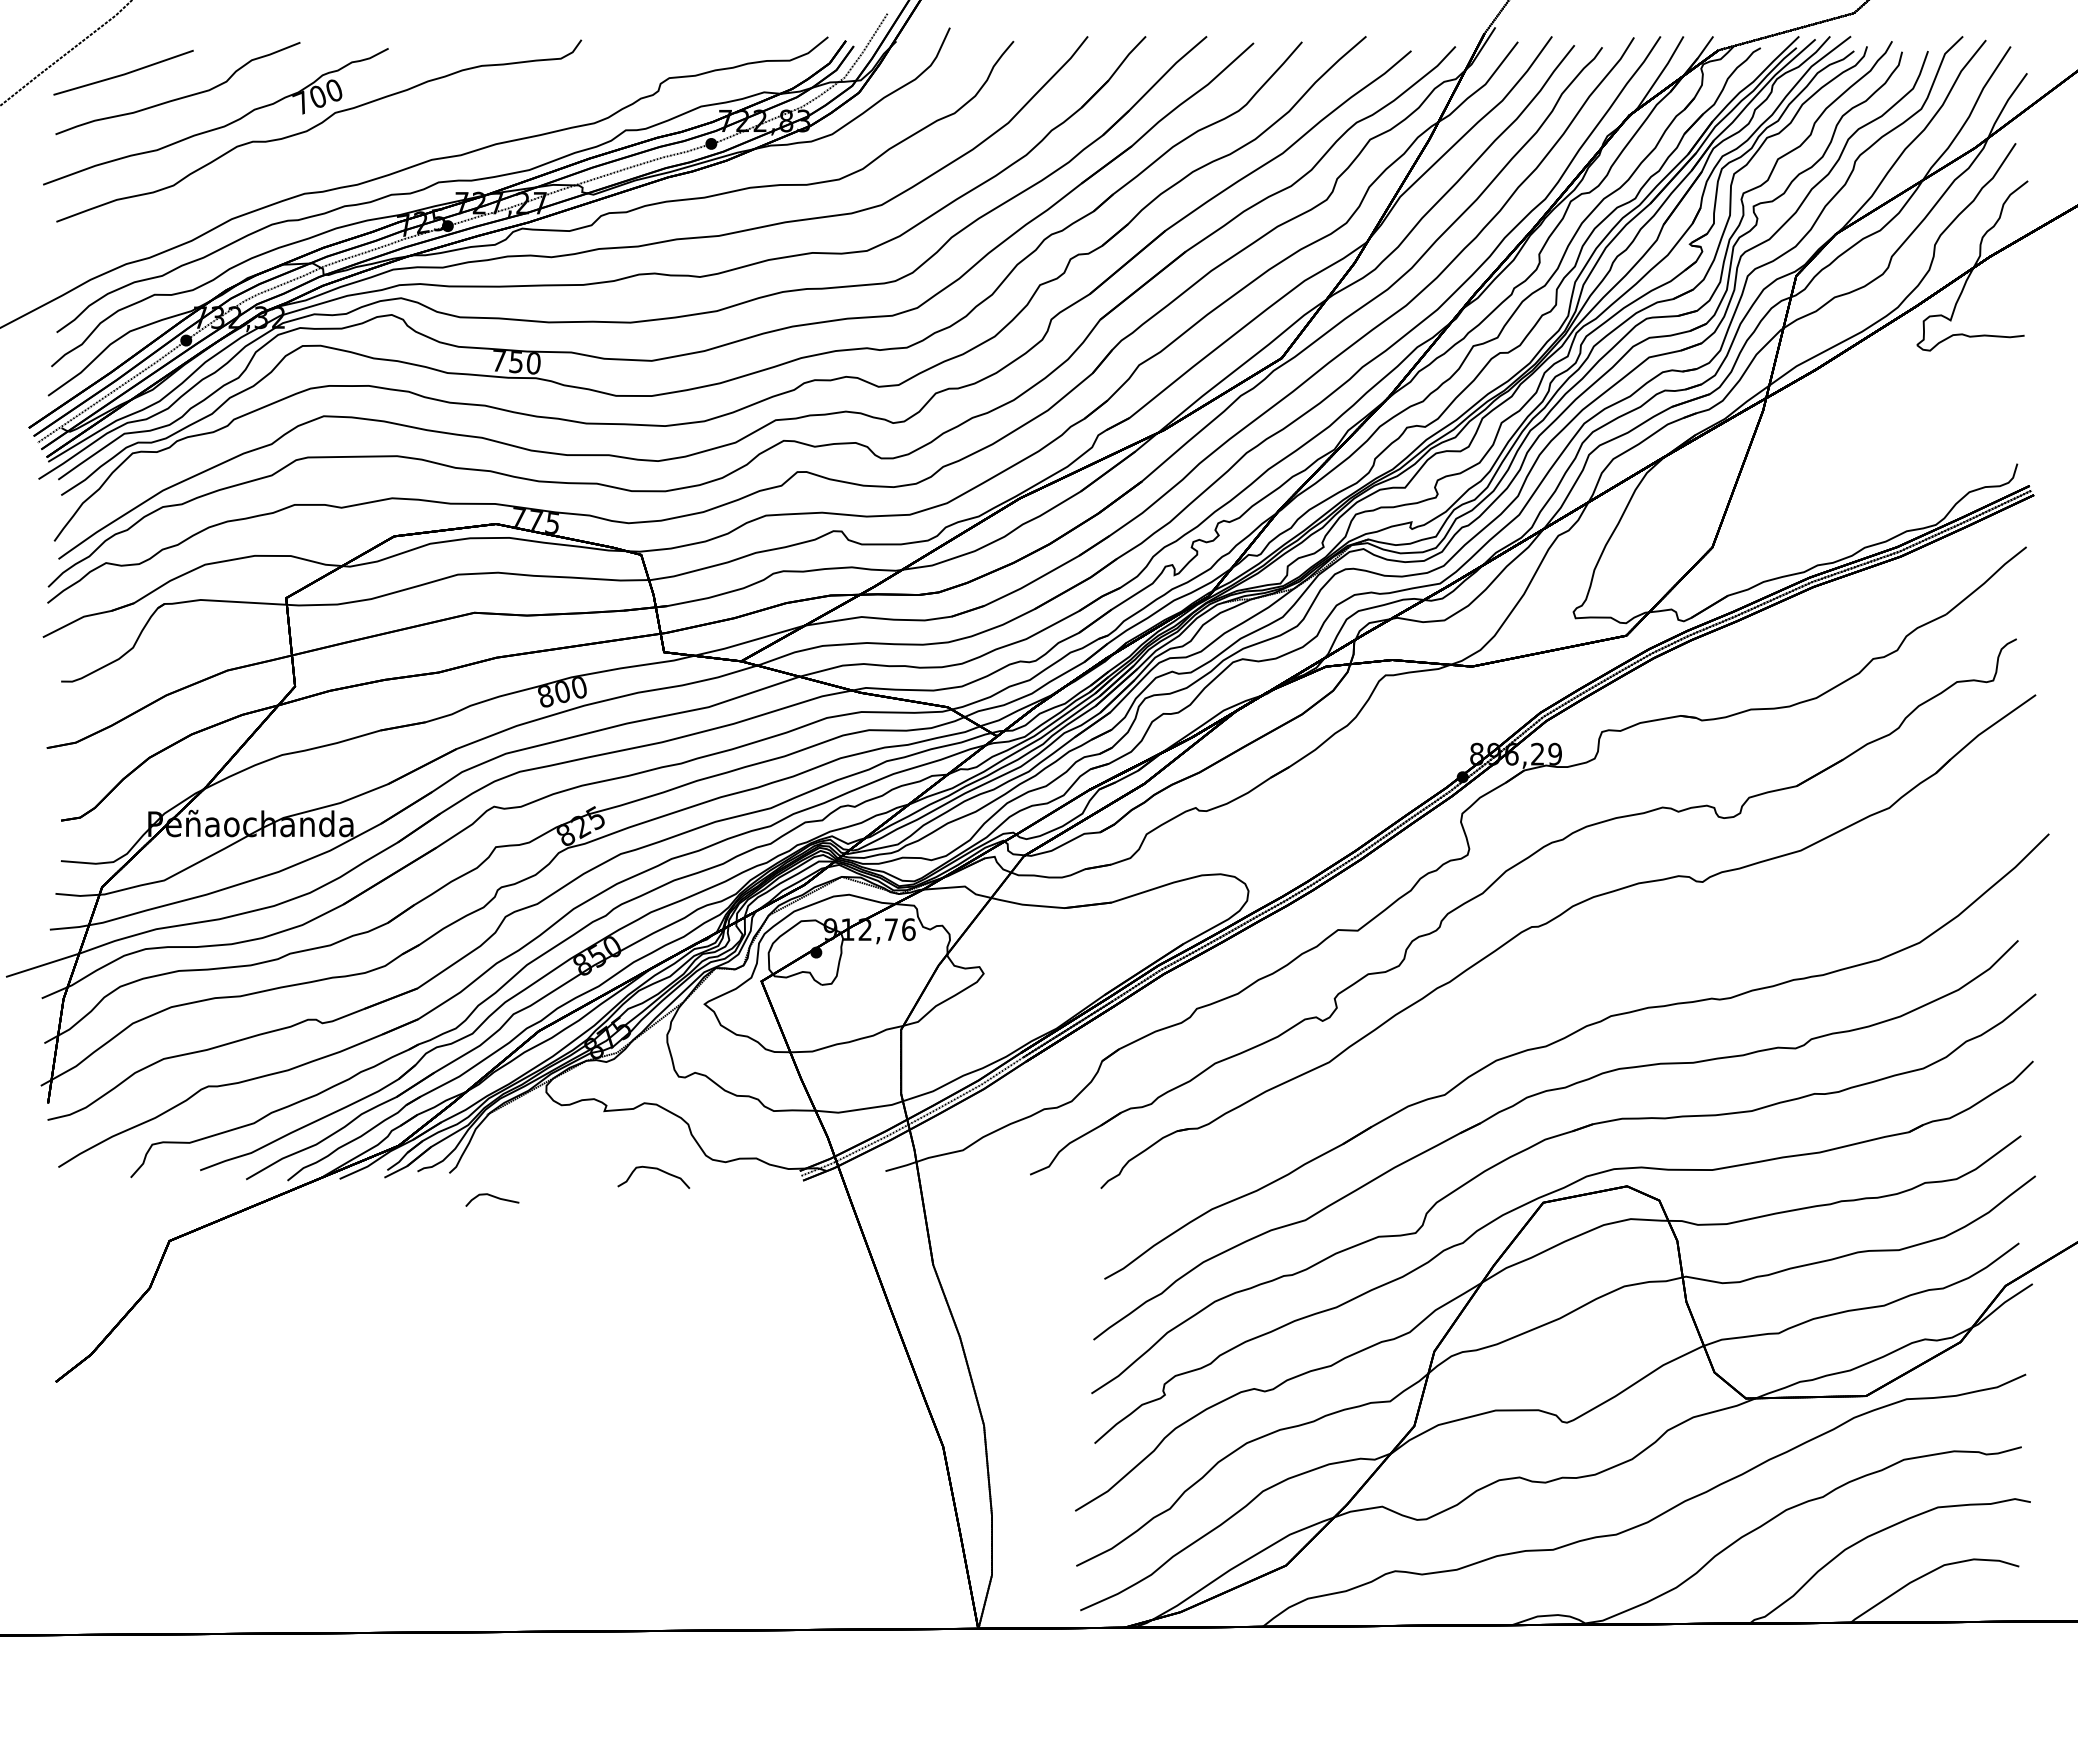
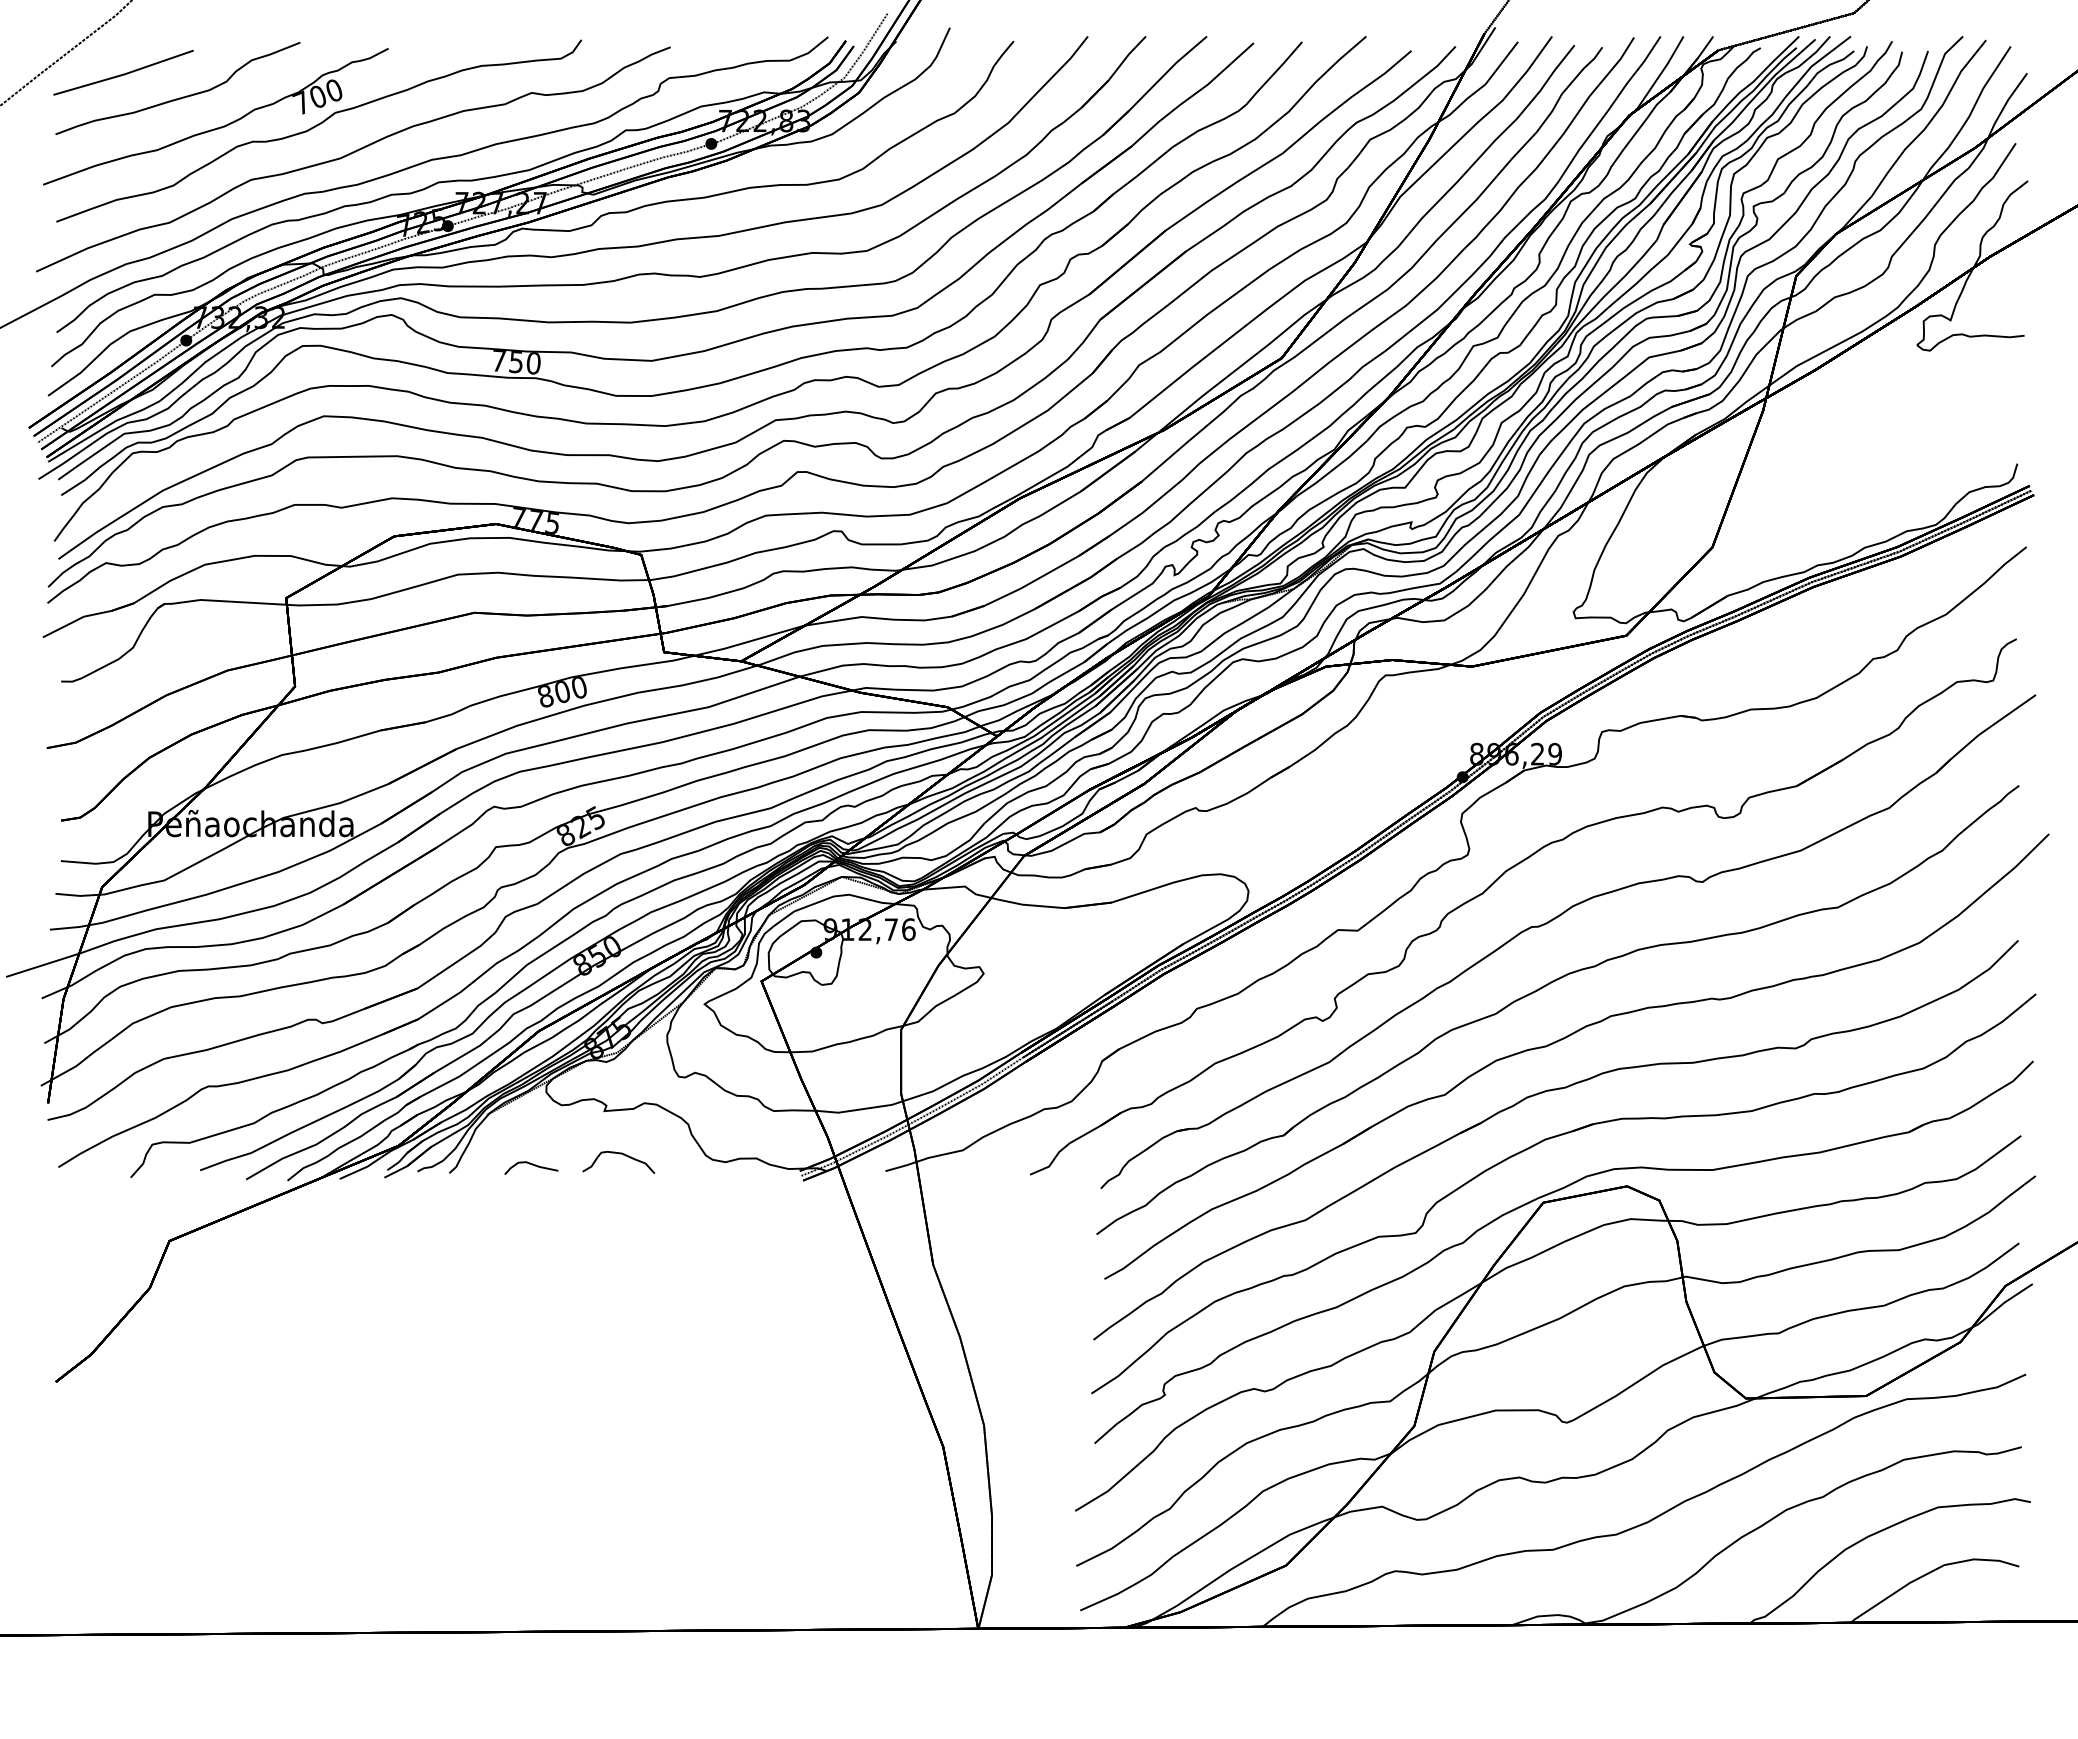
curve at (351, 154): none -> present
part at (1546, 986): none -> present
curve at (654, 1169) position: (654, 1169) -> (619, 1154)
curve at (493, 1197) position: (493, 1197) -> (532, 1165)
